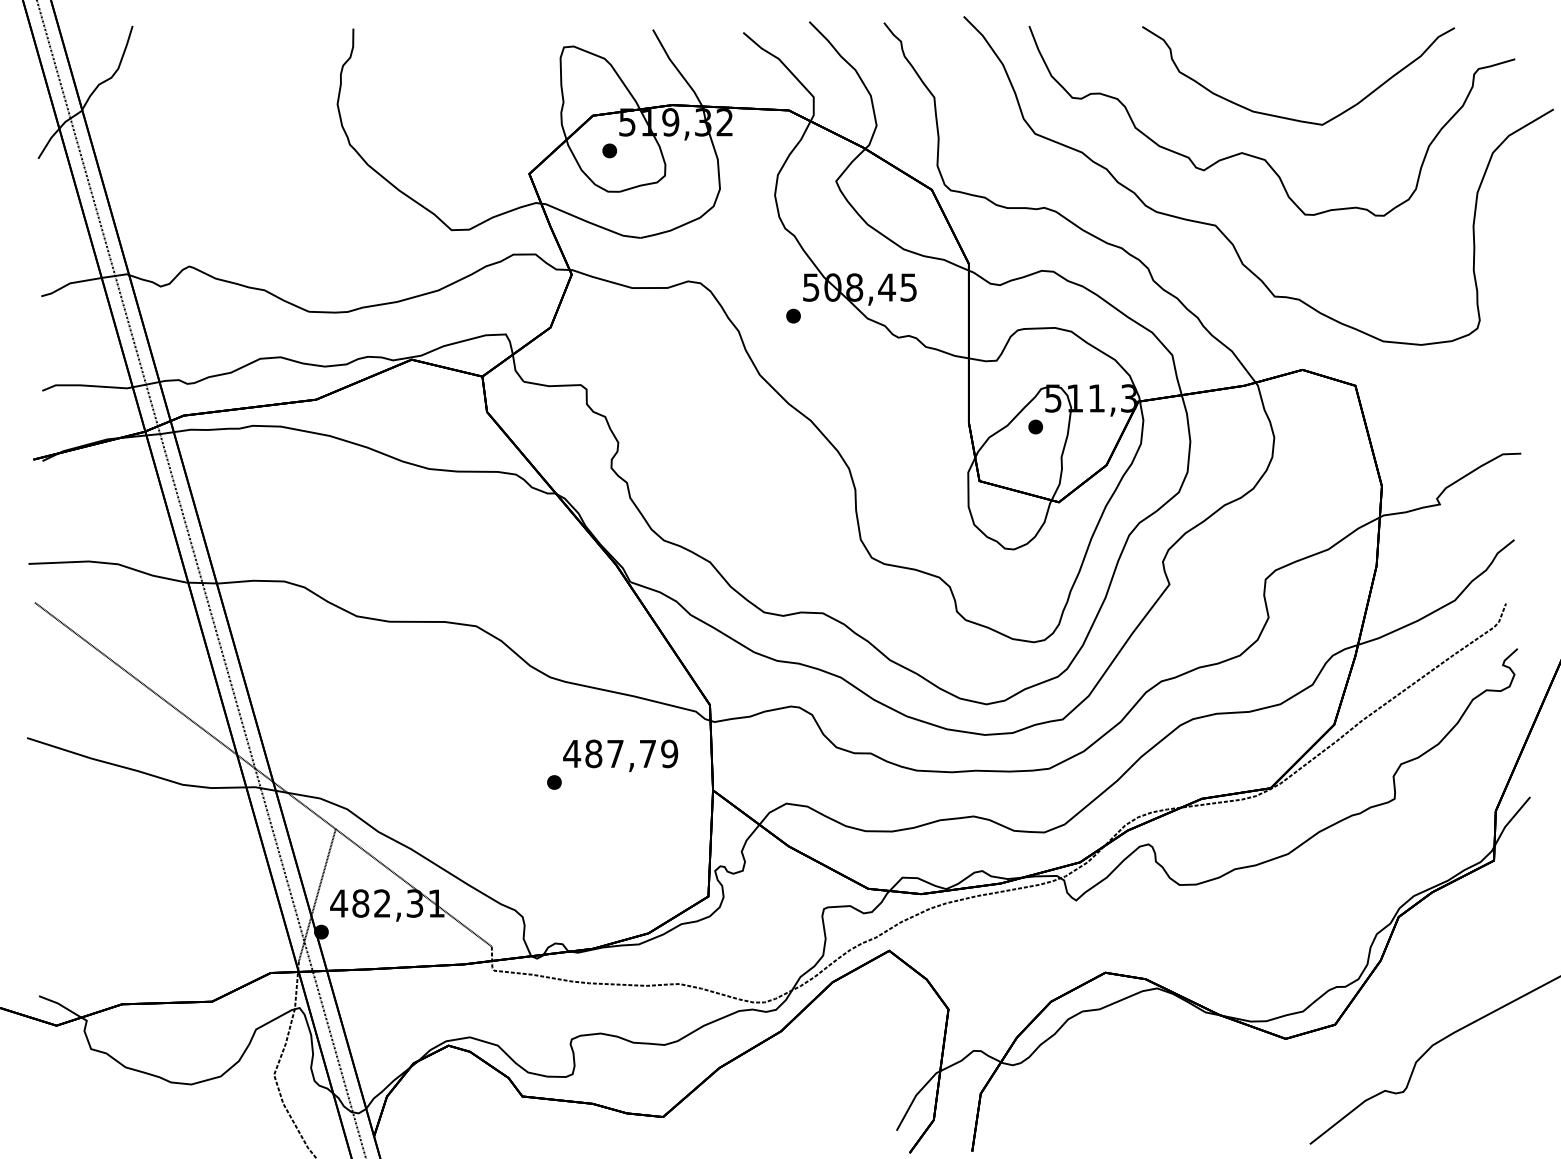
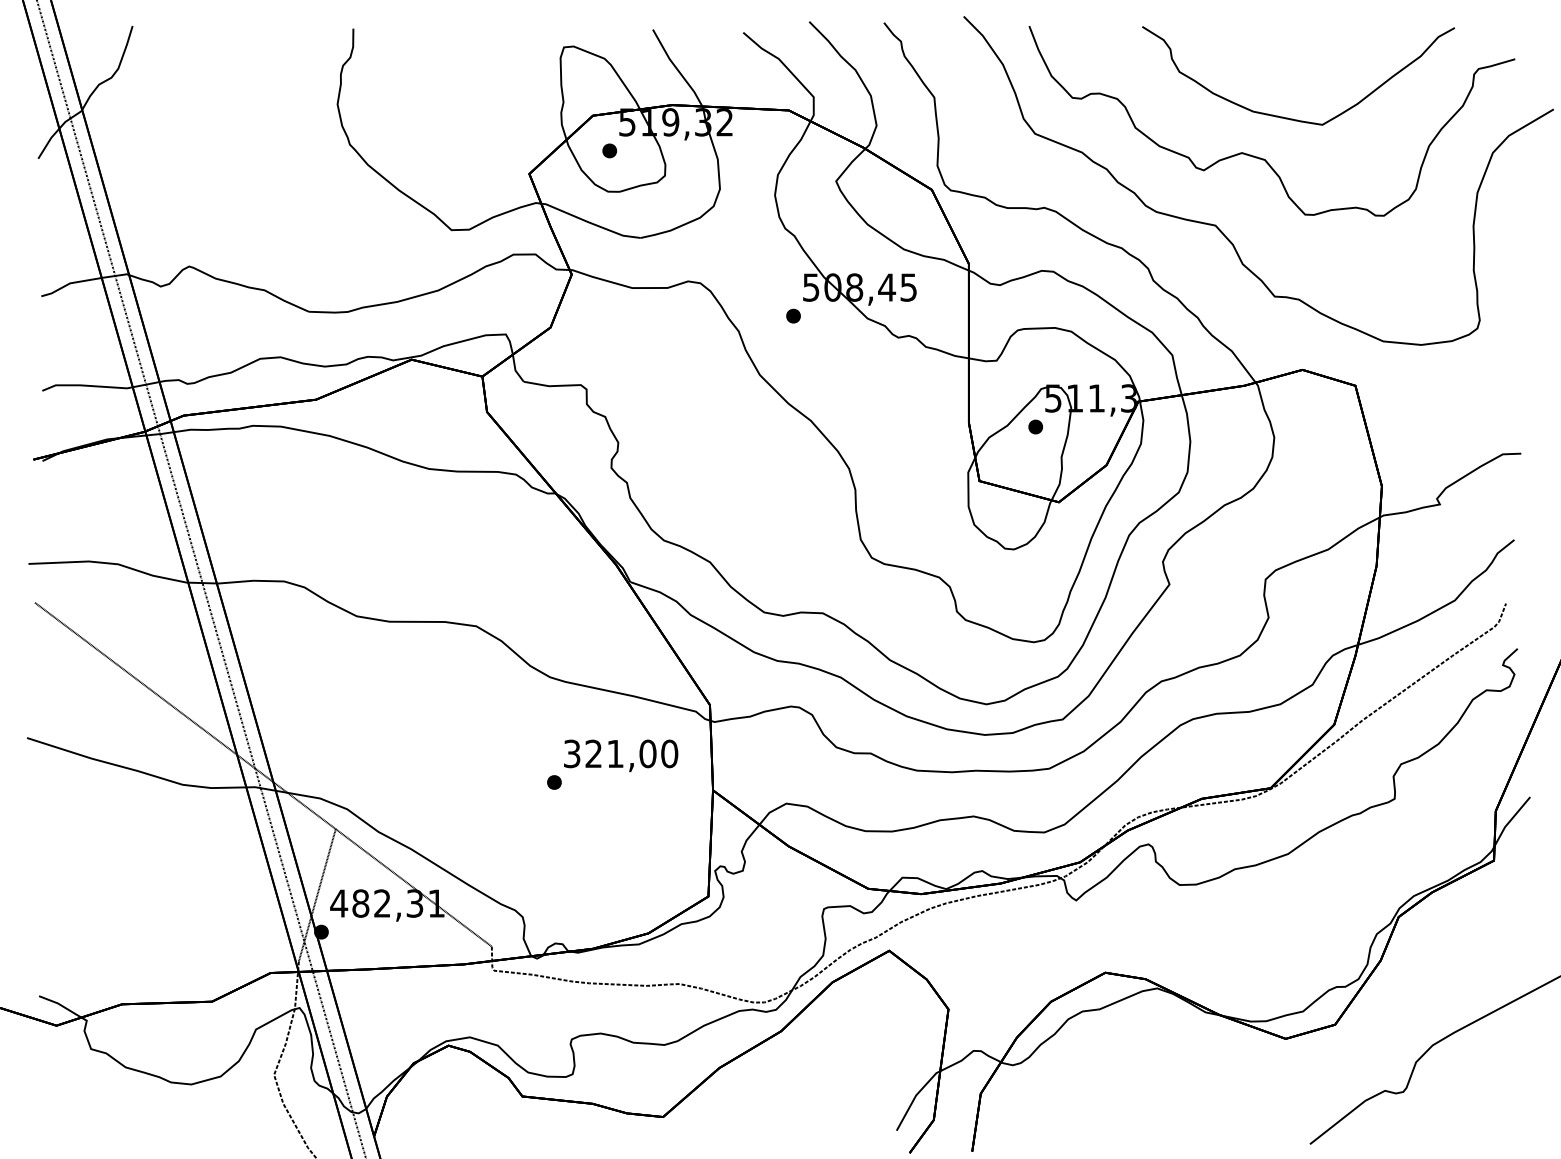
text at (620, 753): 487,79 -> 321,00
